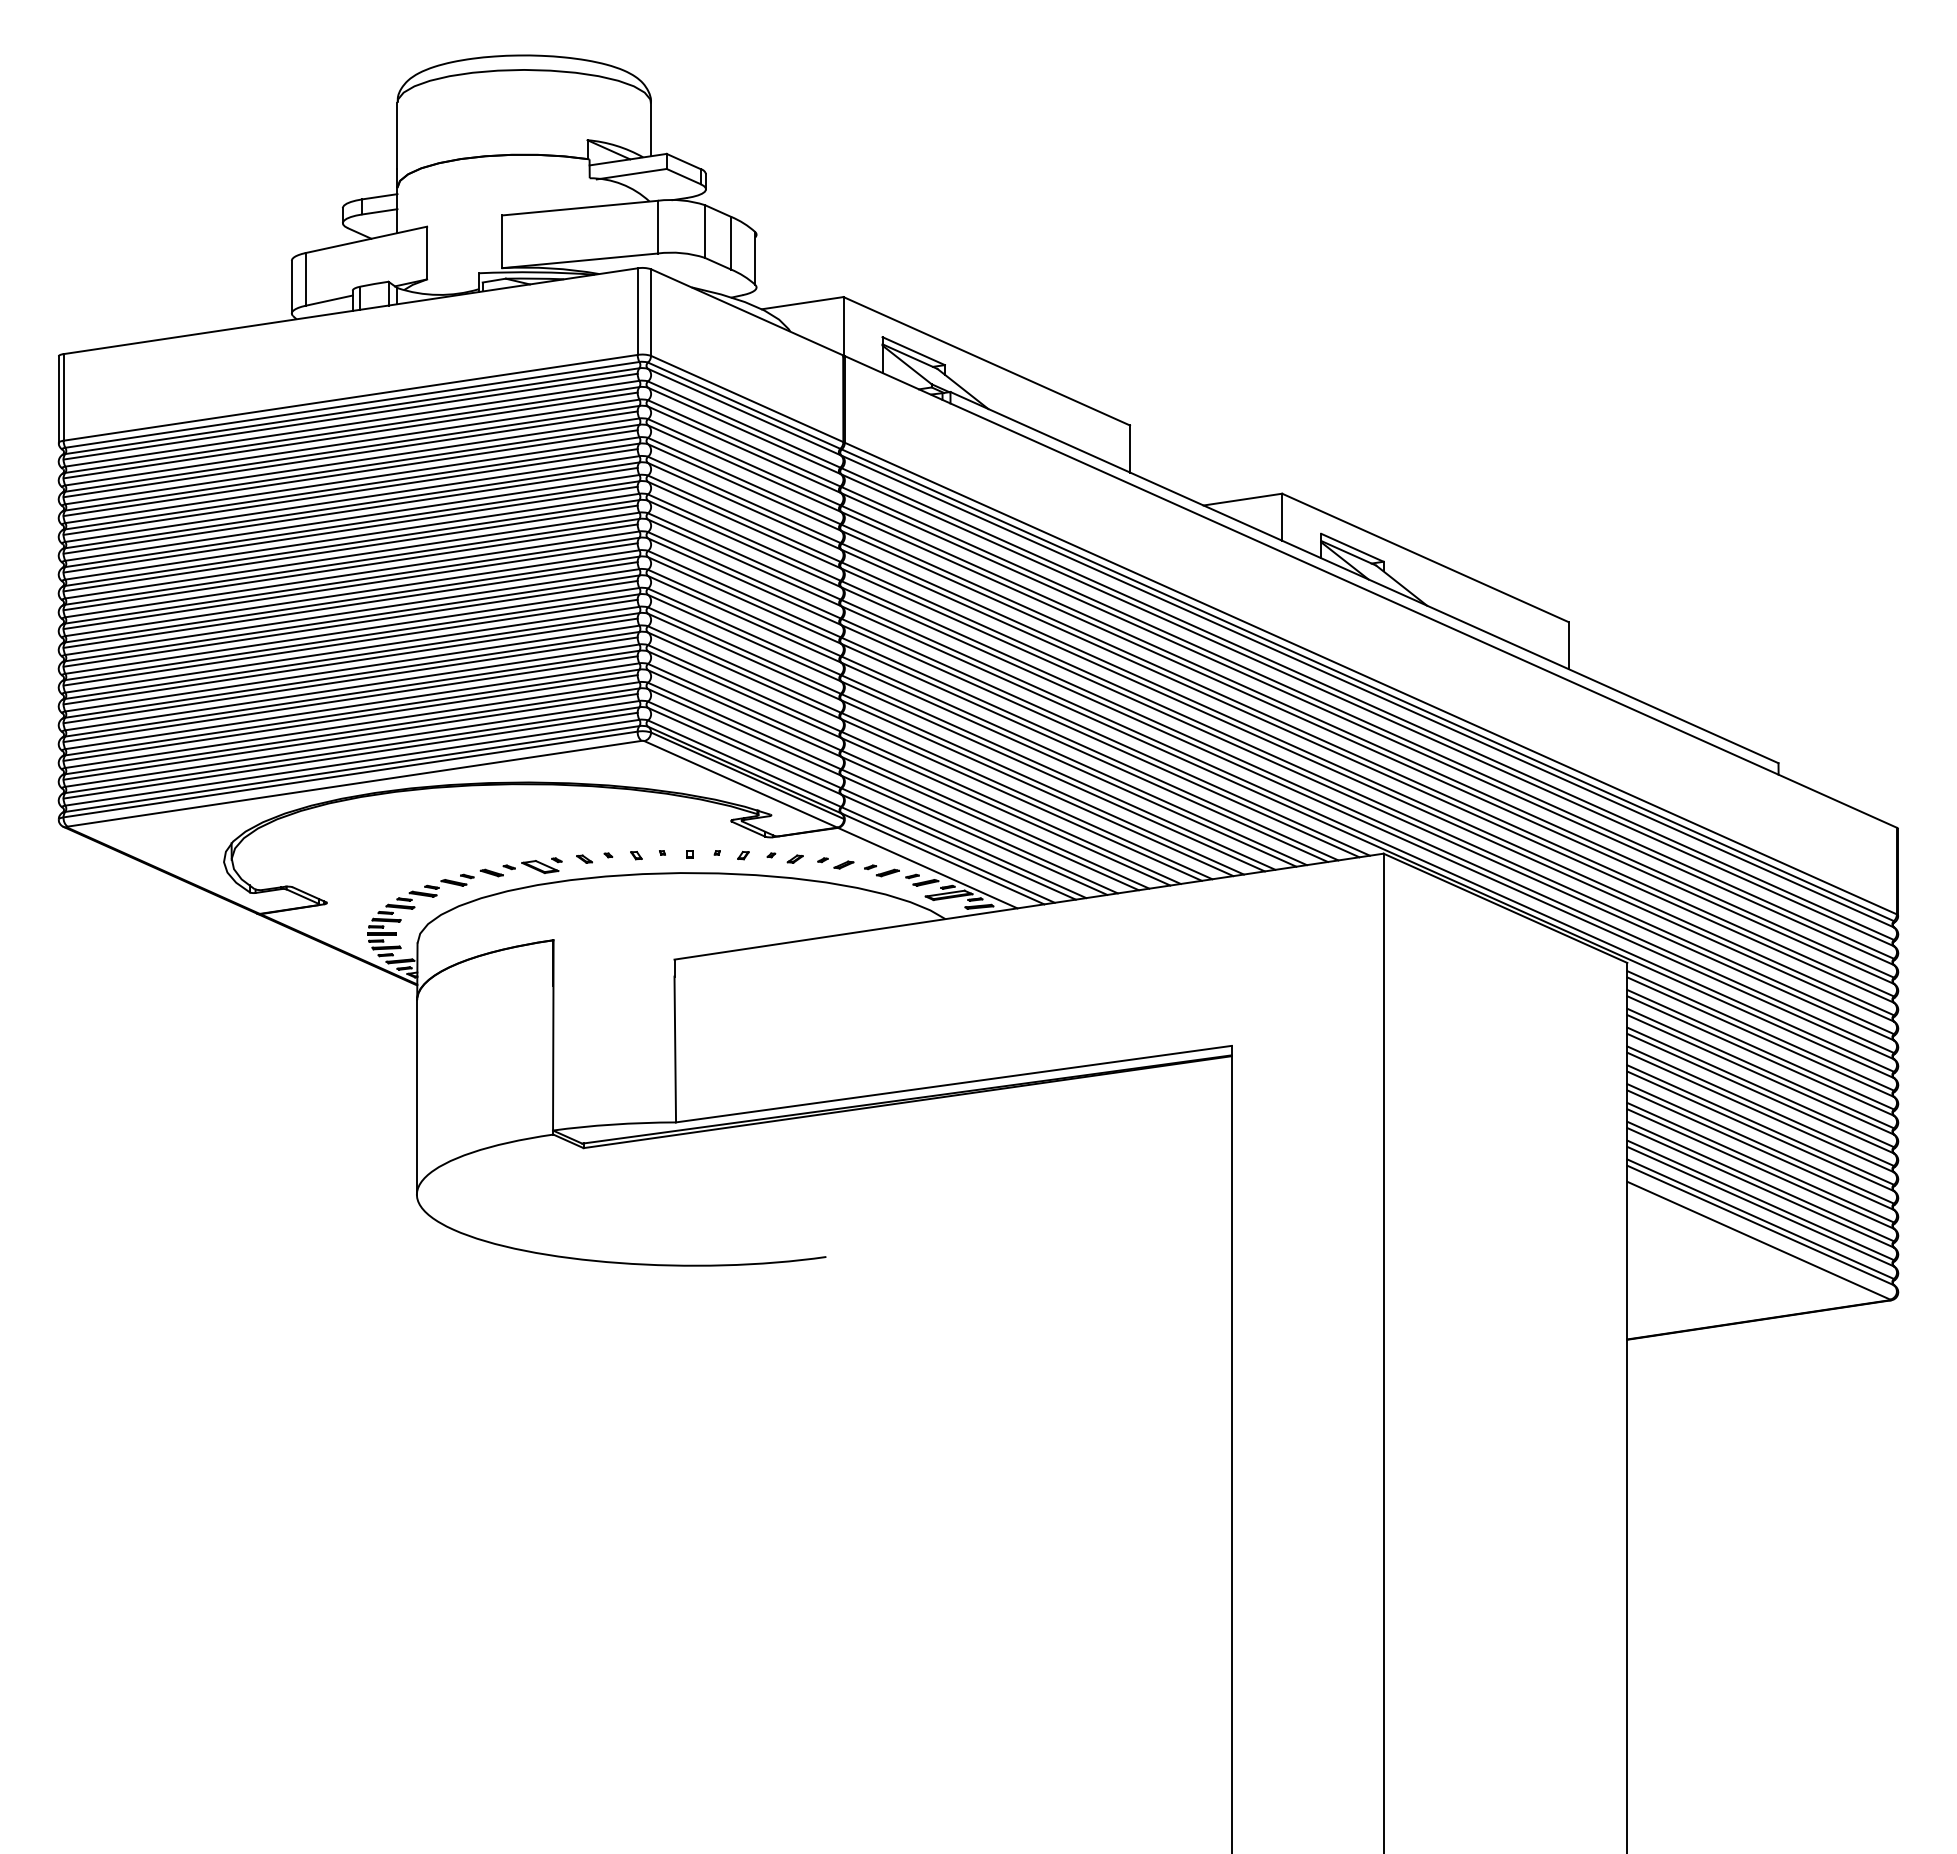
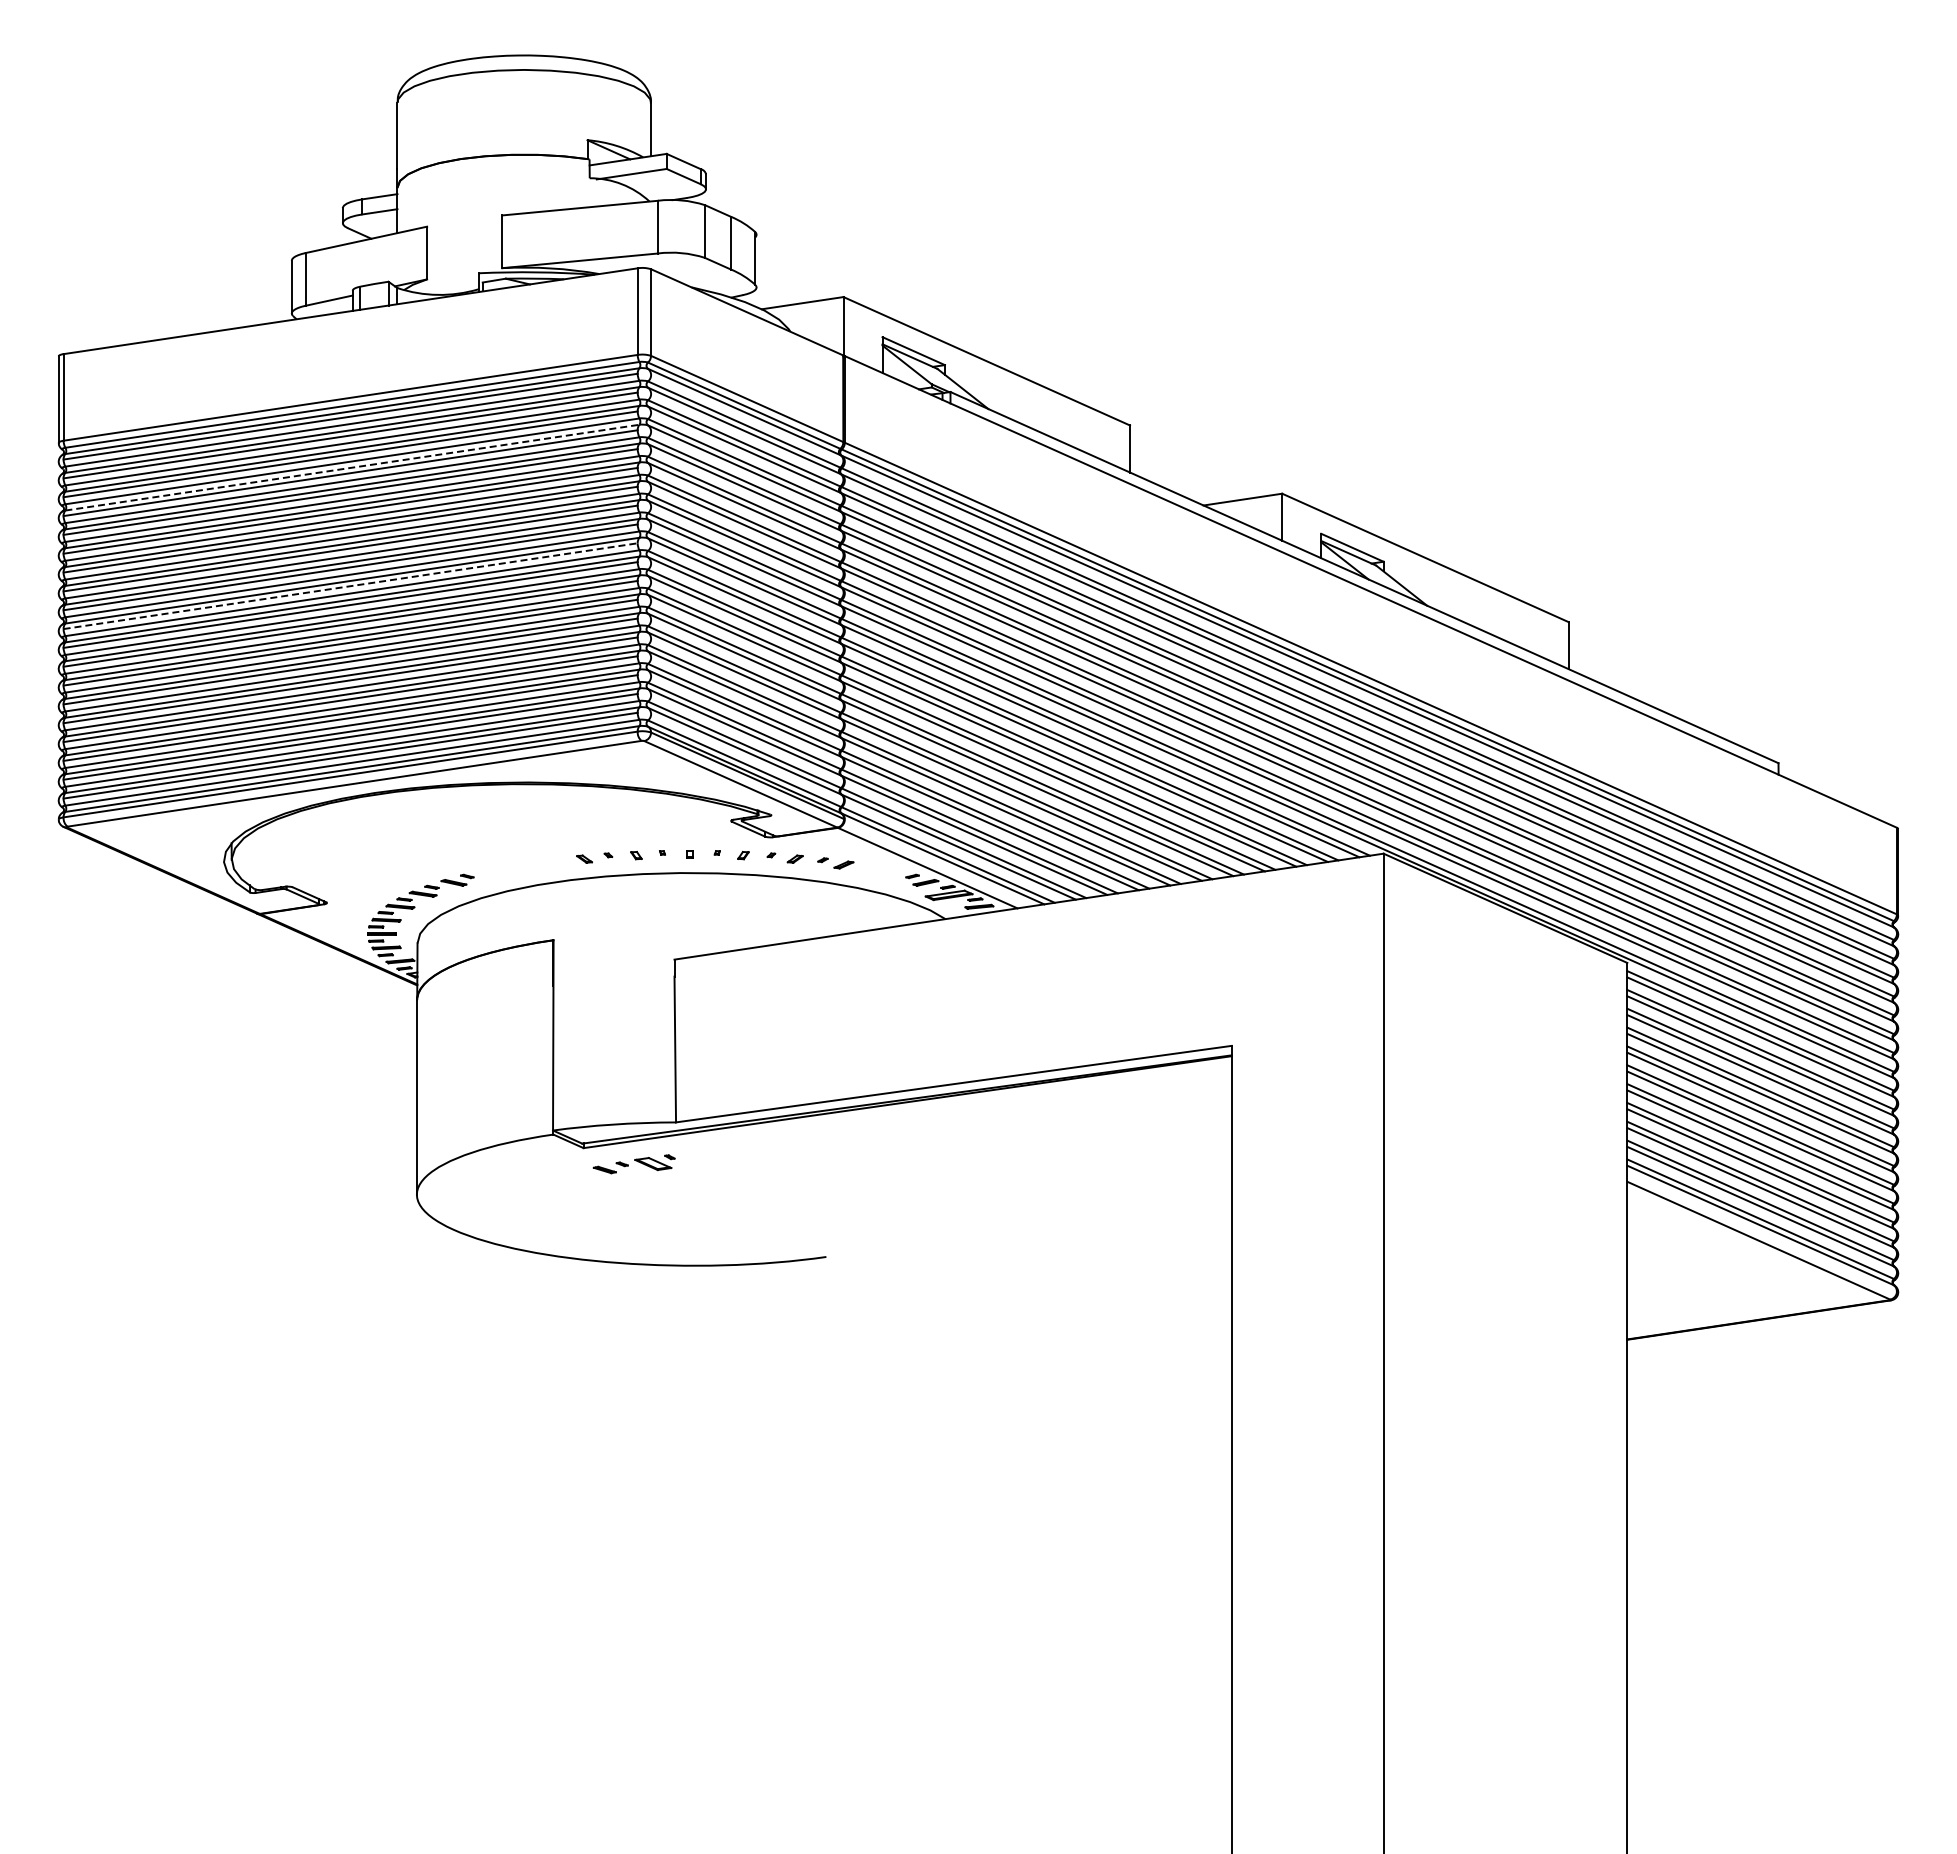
line at (352, 467): solid -> dashed
line at (351, 586): solid -> dashed
part at (520, 867) position: (520, 867) -> (633, 1164)
part at (881, 870): present -> none
